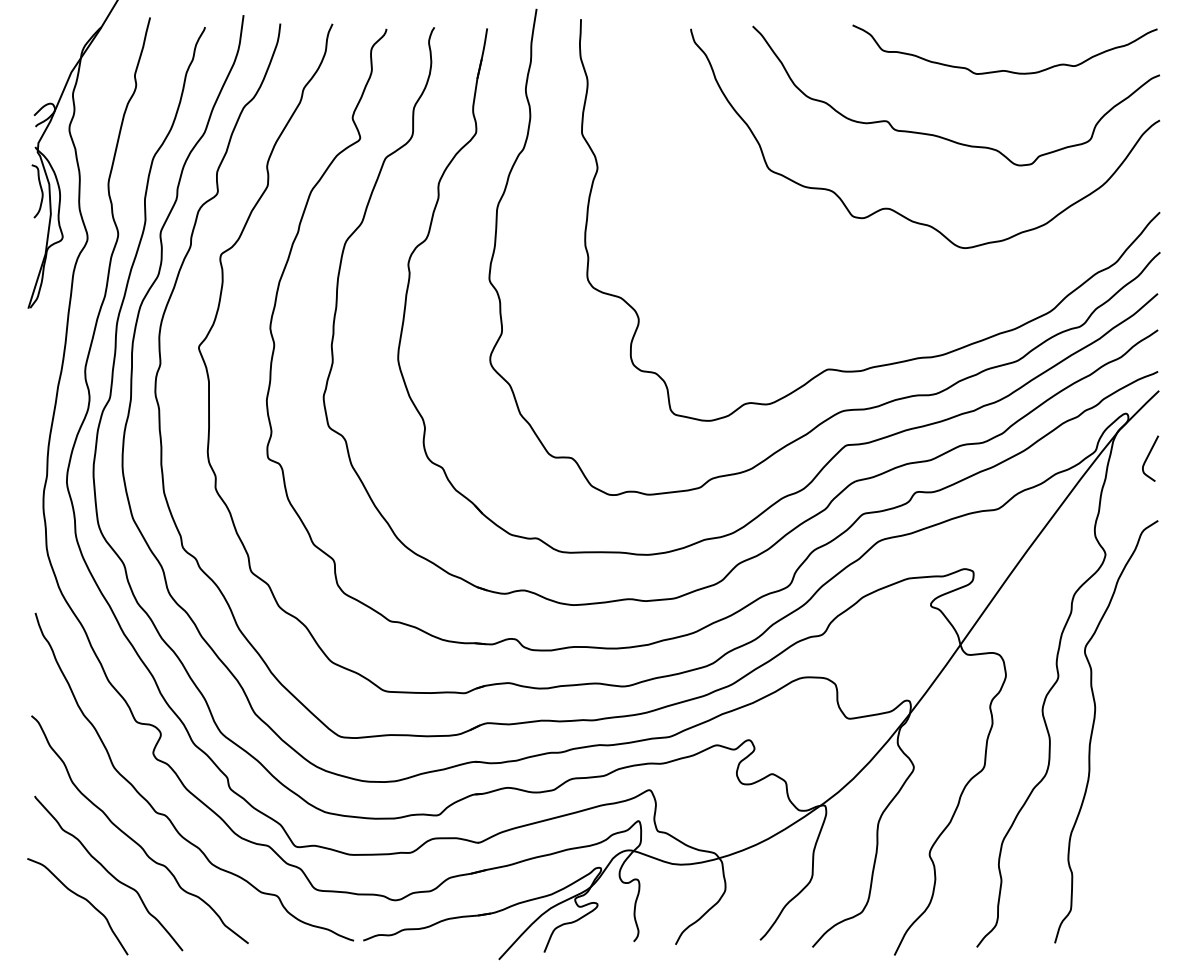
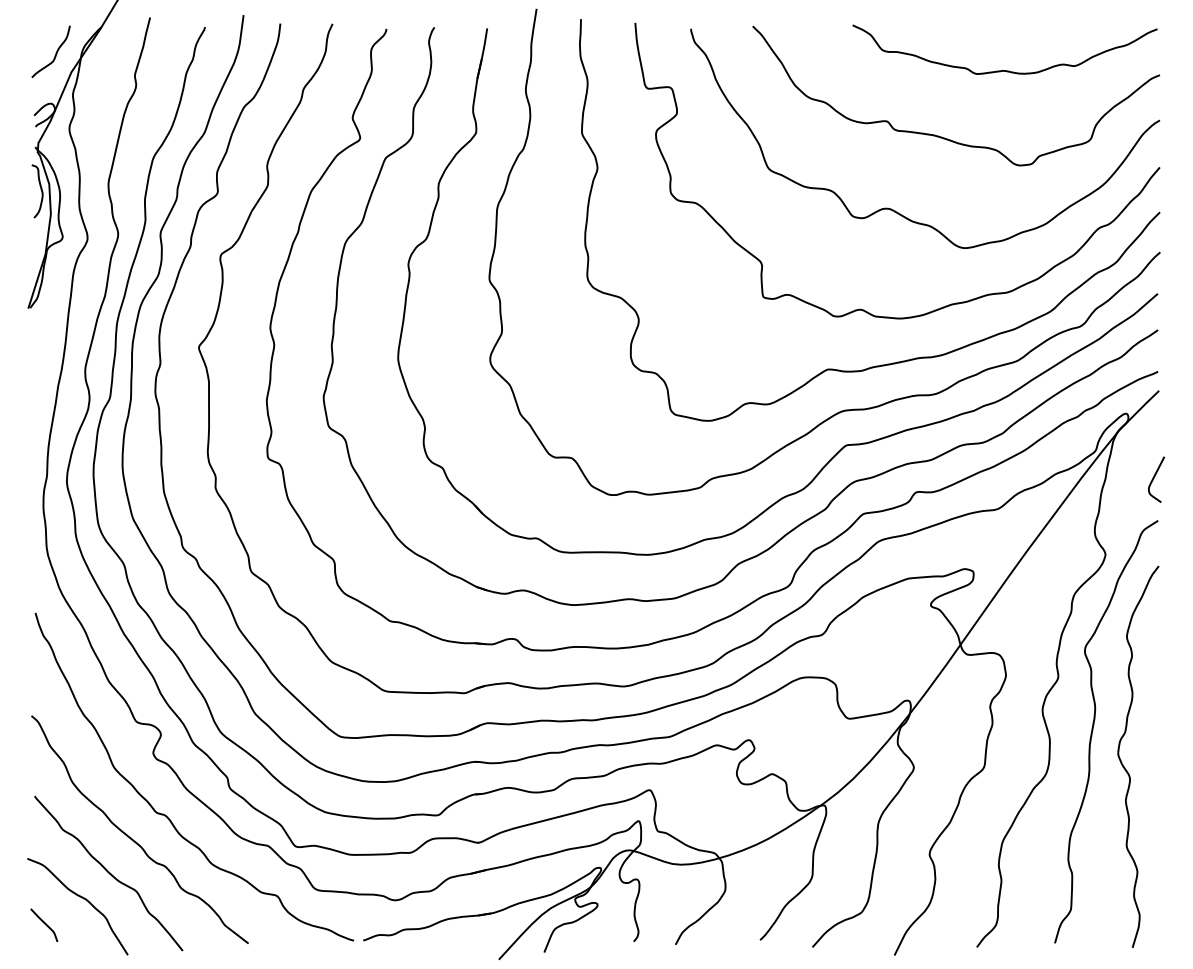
curve at (55, 53): none -> present
curve at (864, 309): none -> present
curve at (1148, 457) position: (1148, 457) -> (1154, 478)
curve at (1123, 764): none -> present
curve at (44, 924): none -> present
